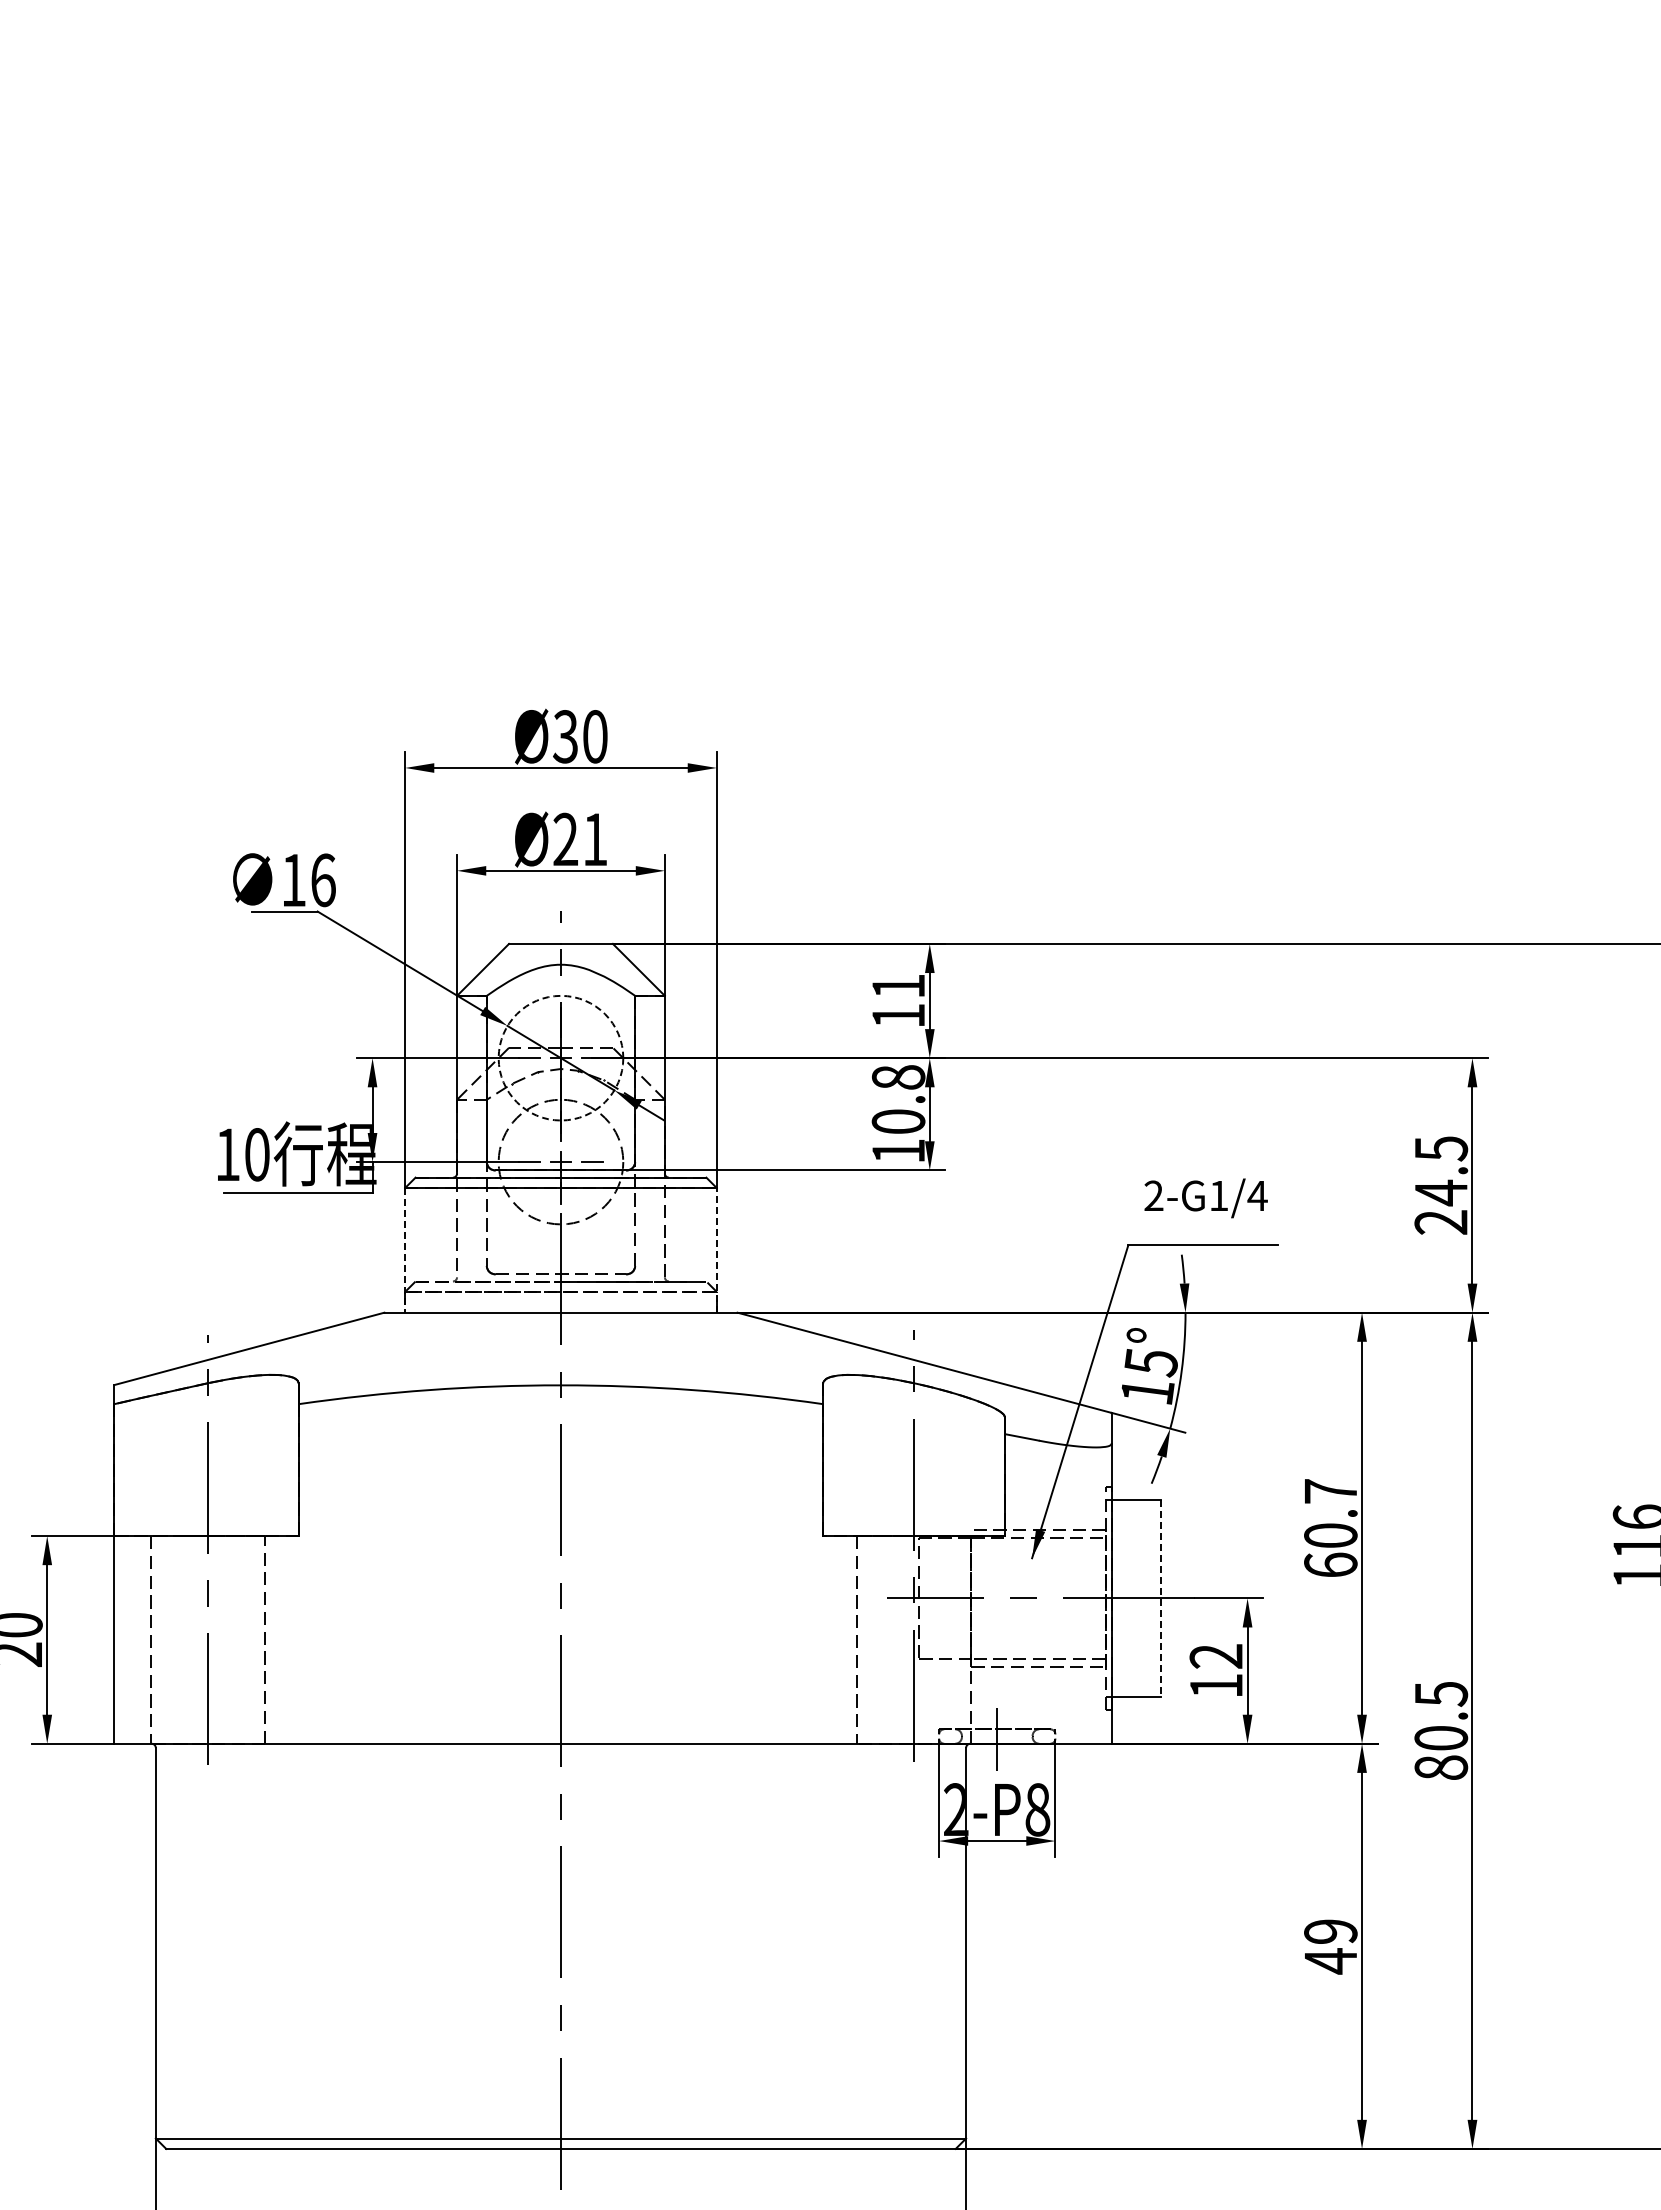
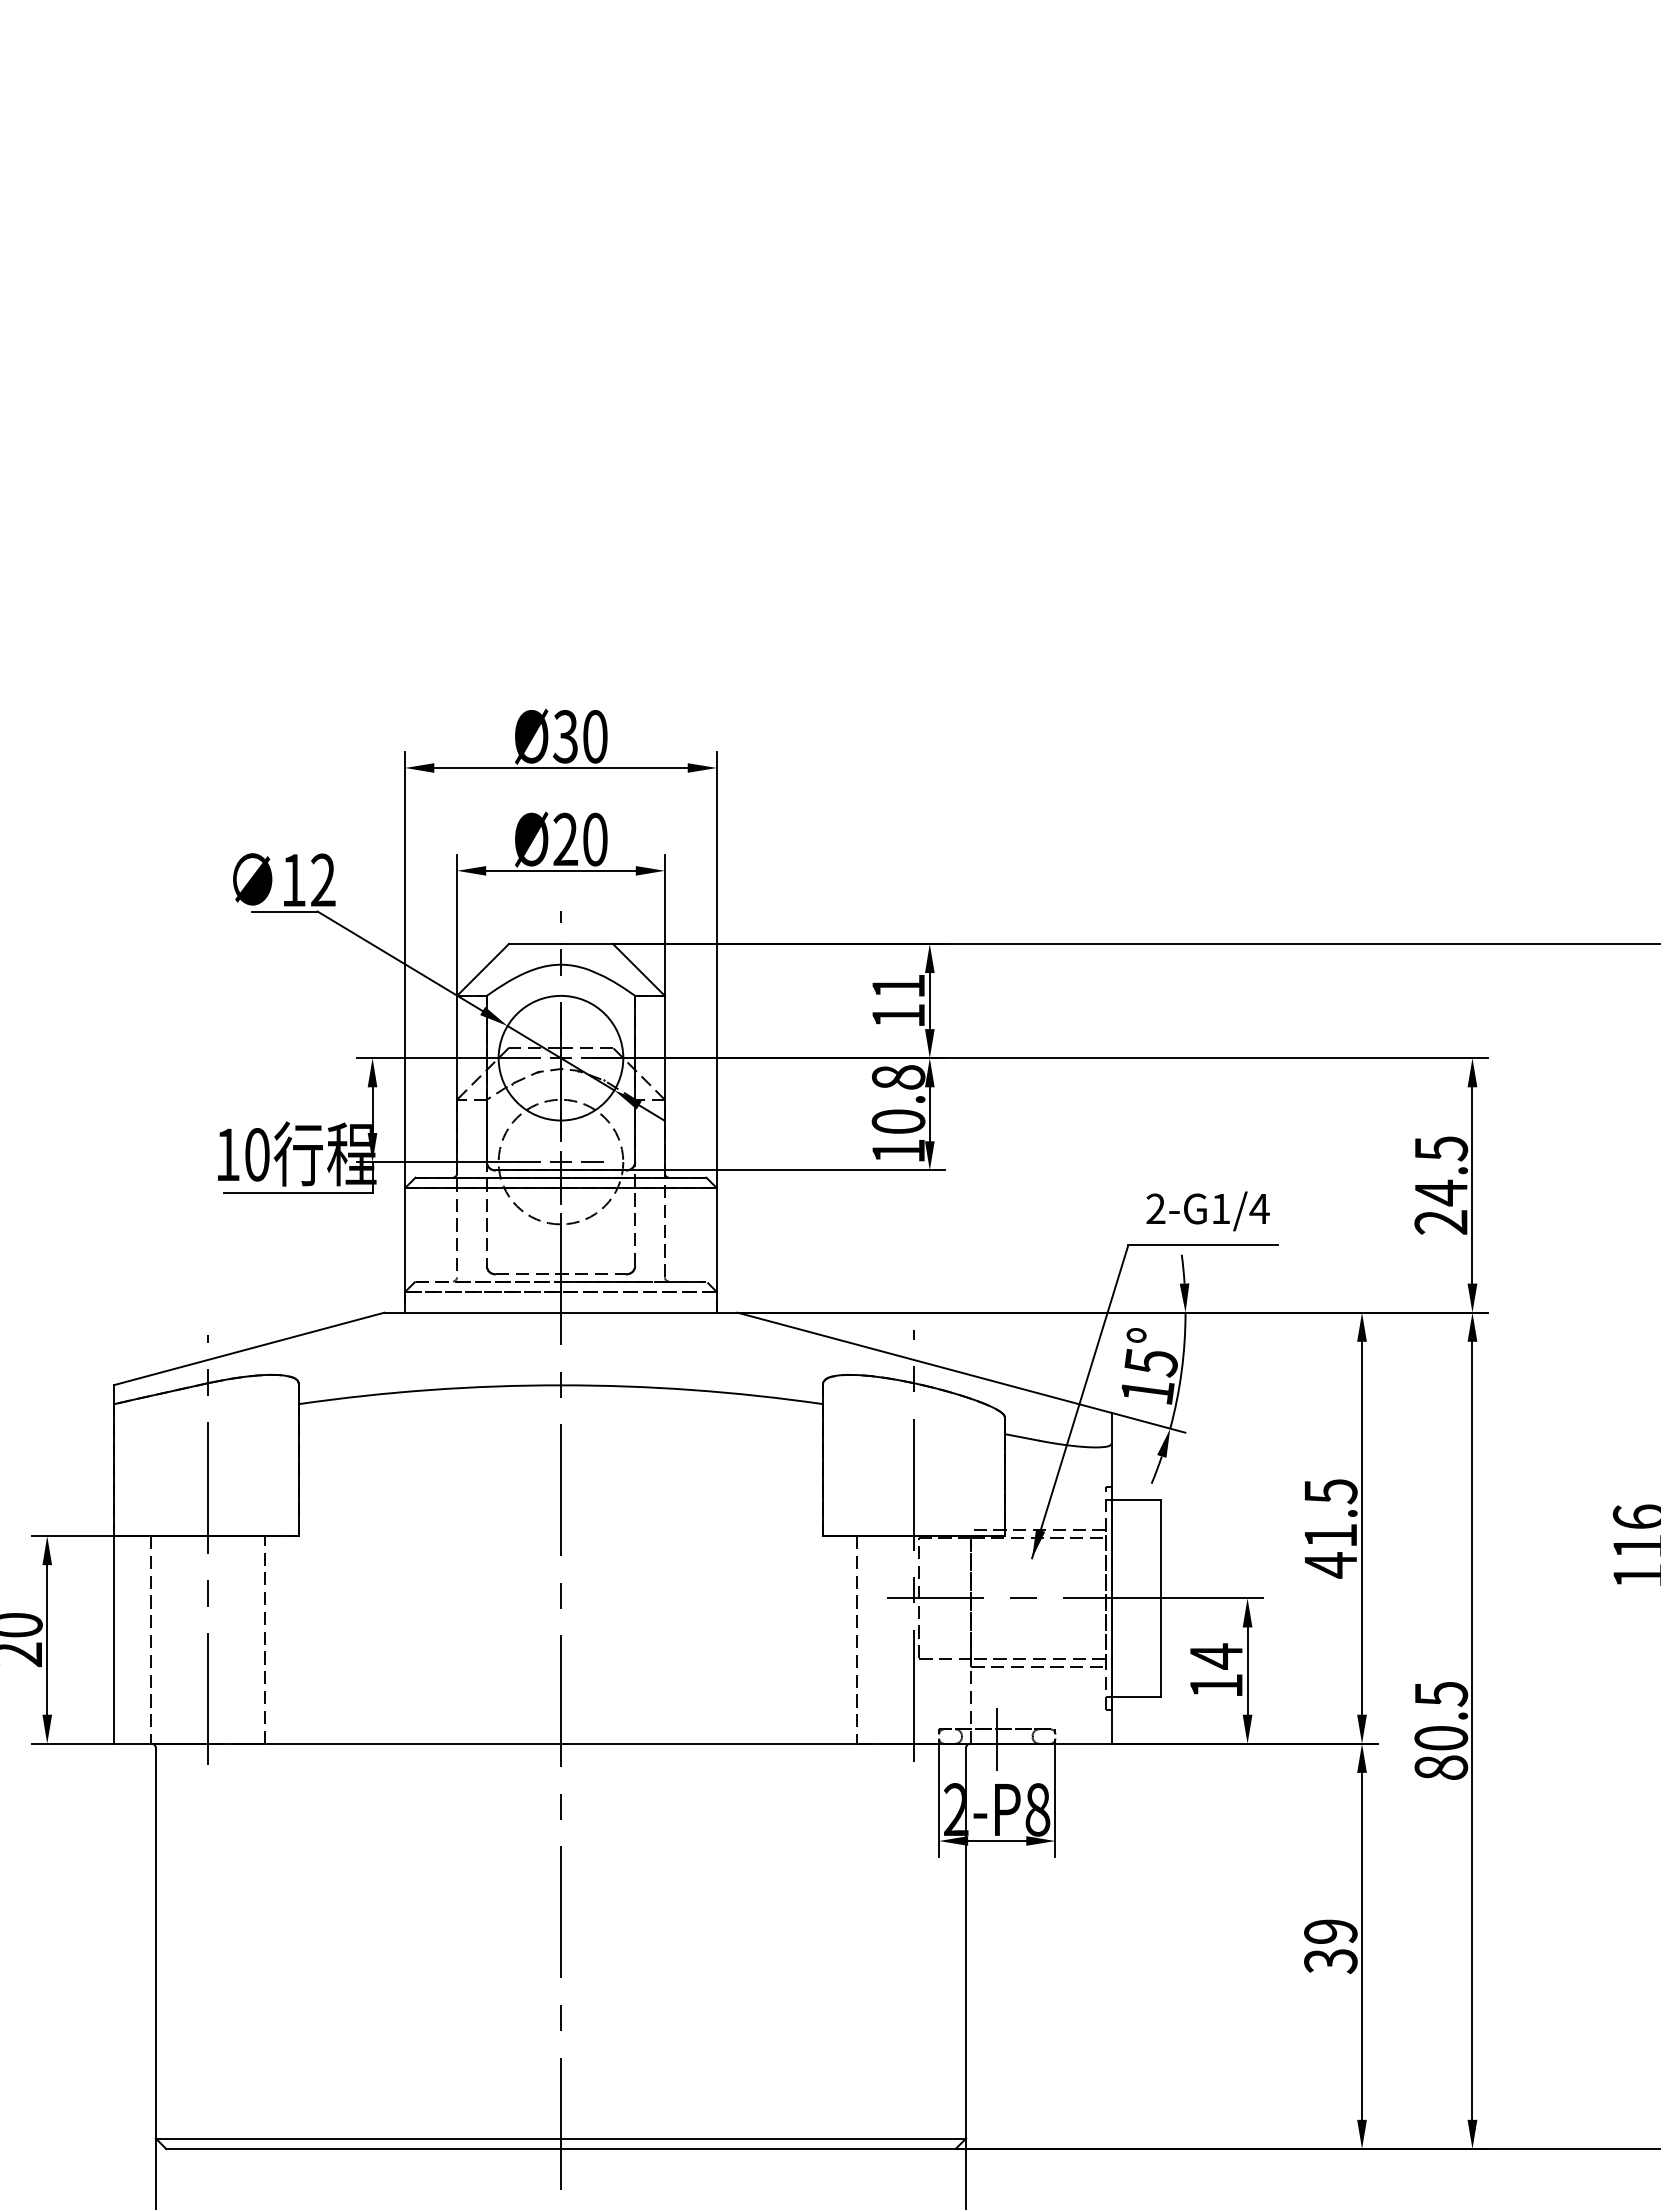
text at (595, 839): Ø21 -> Ø20
text at (323, 880): 16 -> 12
circle at (560, 1057): dashed -> solid
text at (1205, 1198) position: (1205, 1198) -> (1207, 1211)
line at (716, 1249): dashed -> solid
line at (405, 1250): dashed -> solid
text at (1330, 1528): 60.7 -> 41.5
line at (1161, 1598): dashed -> solid
text at (1215, 1656): 12 -> 14
text at (1330, 1961): 49 -> 39
